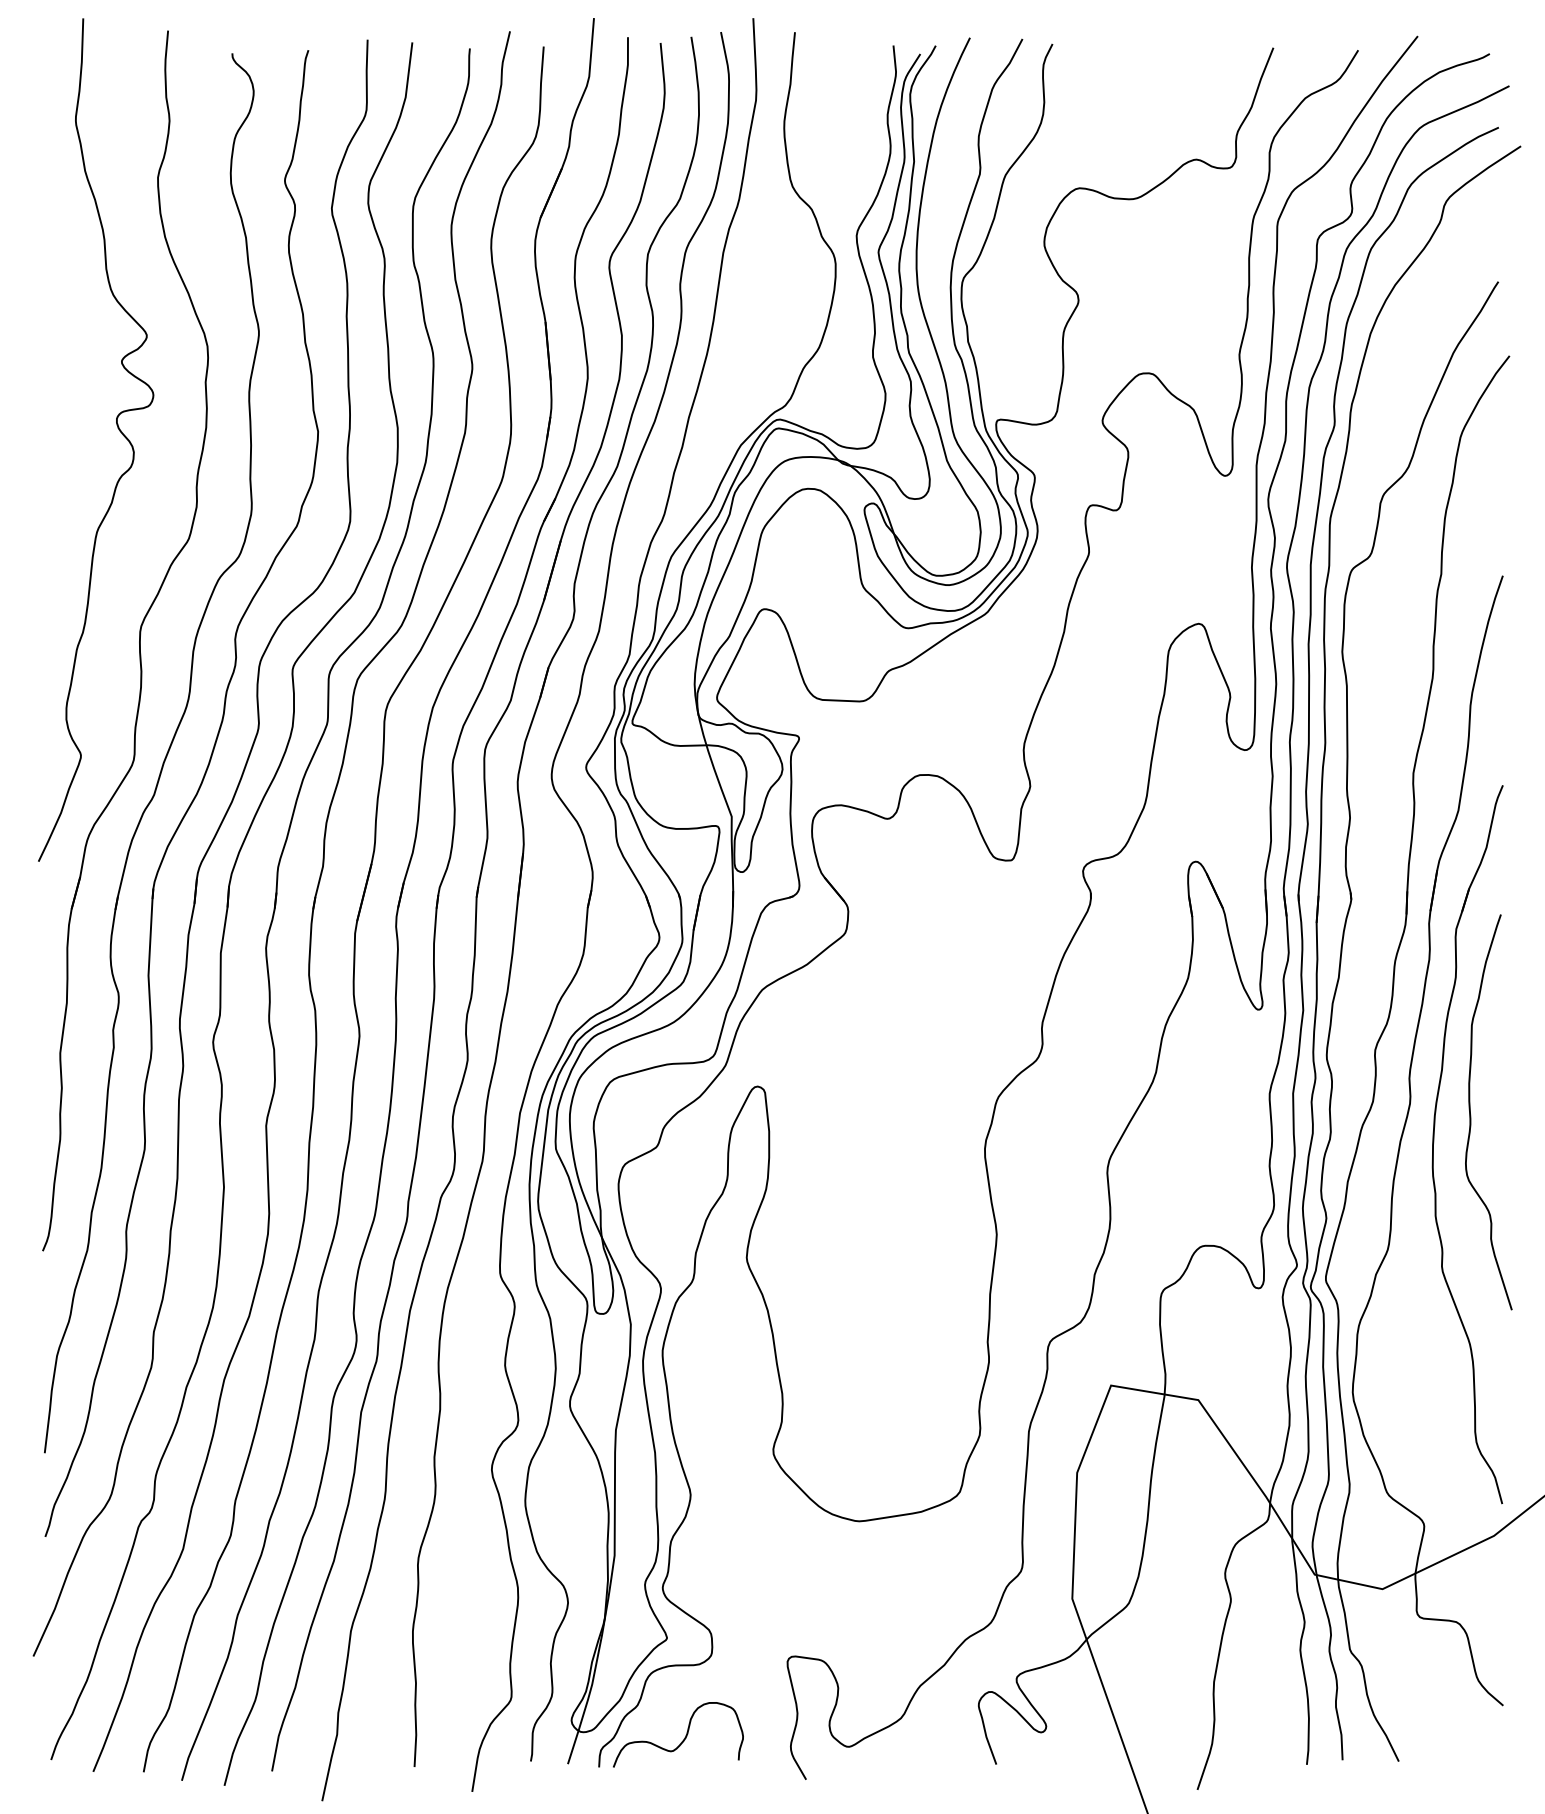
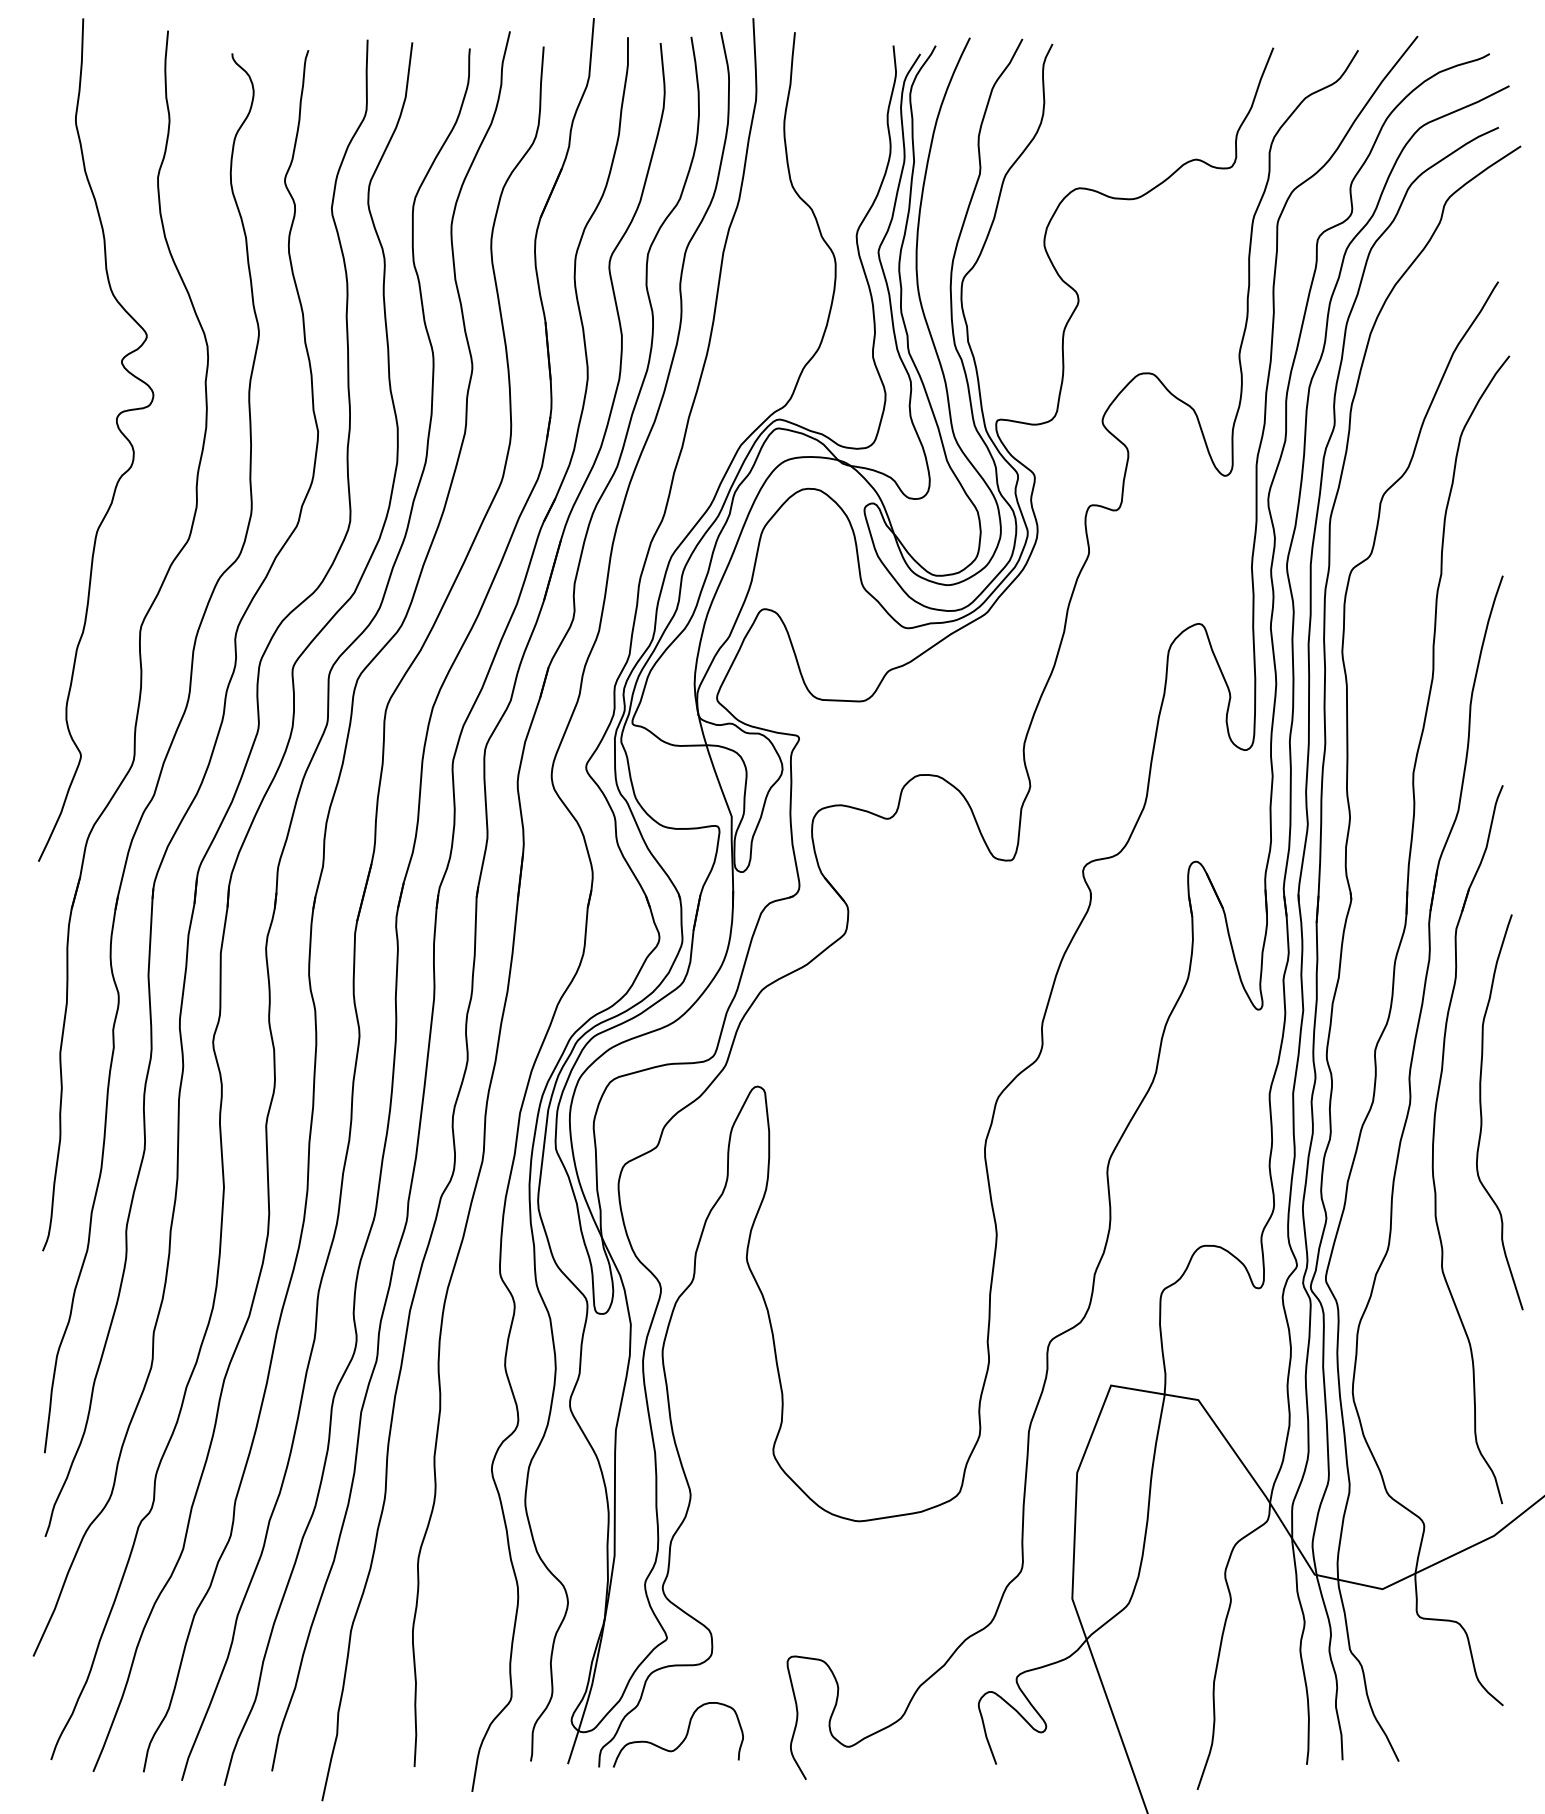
curve at (1471, 1115) position: (1471, 1115) -> (1482, 1115)
